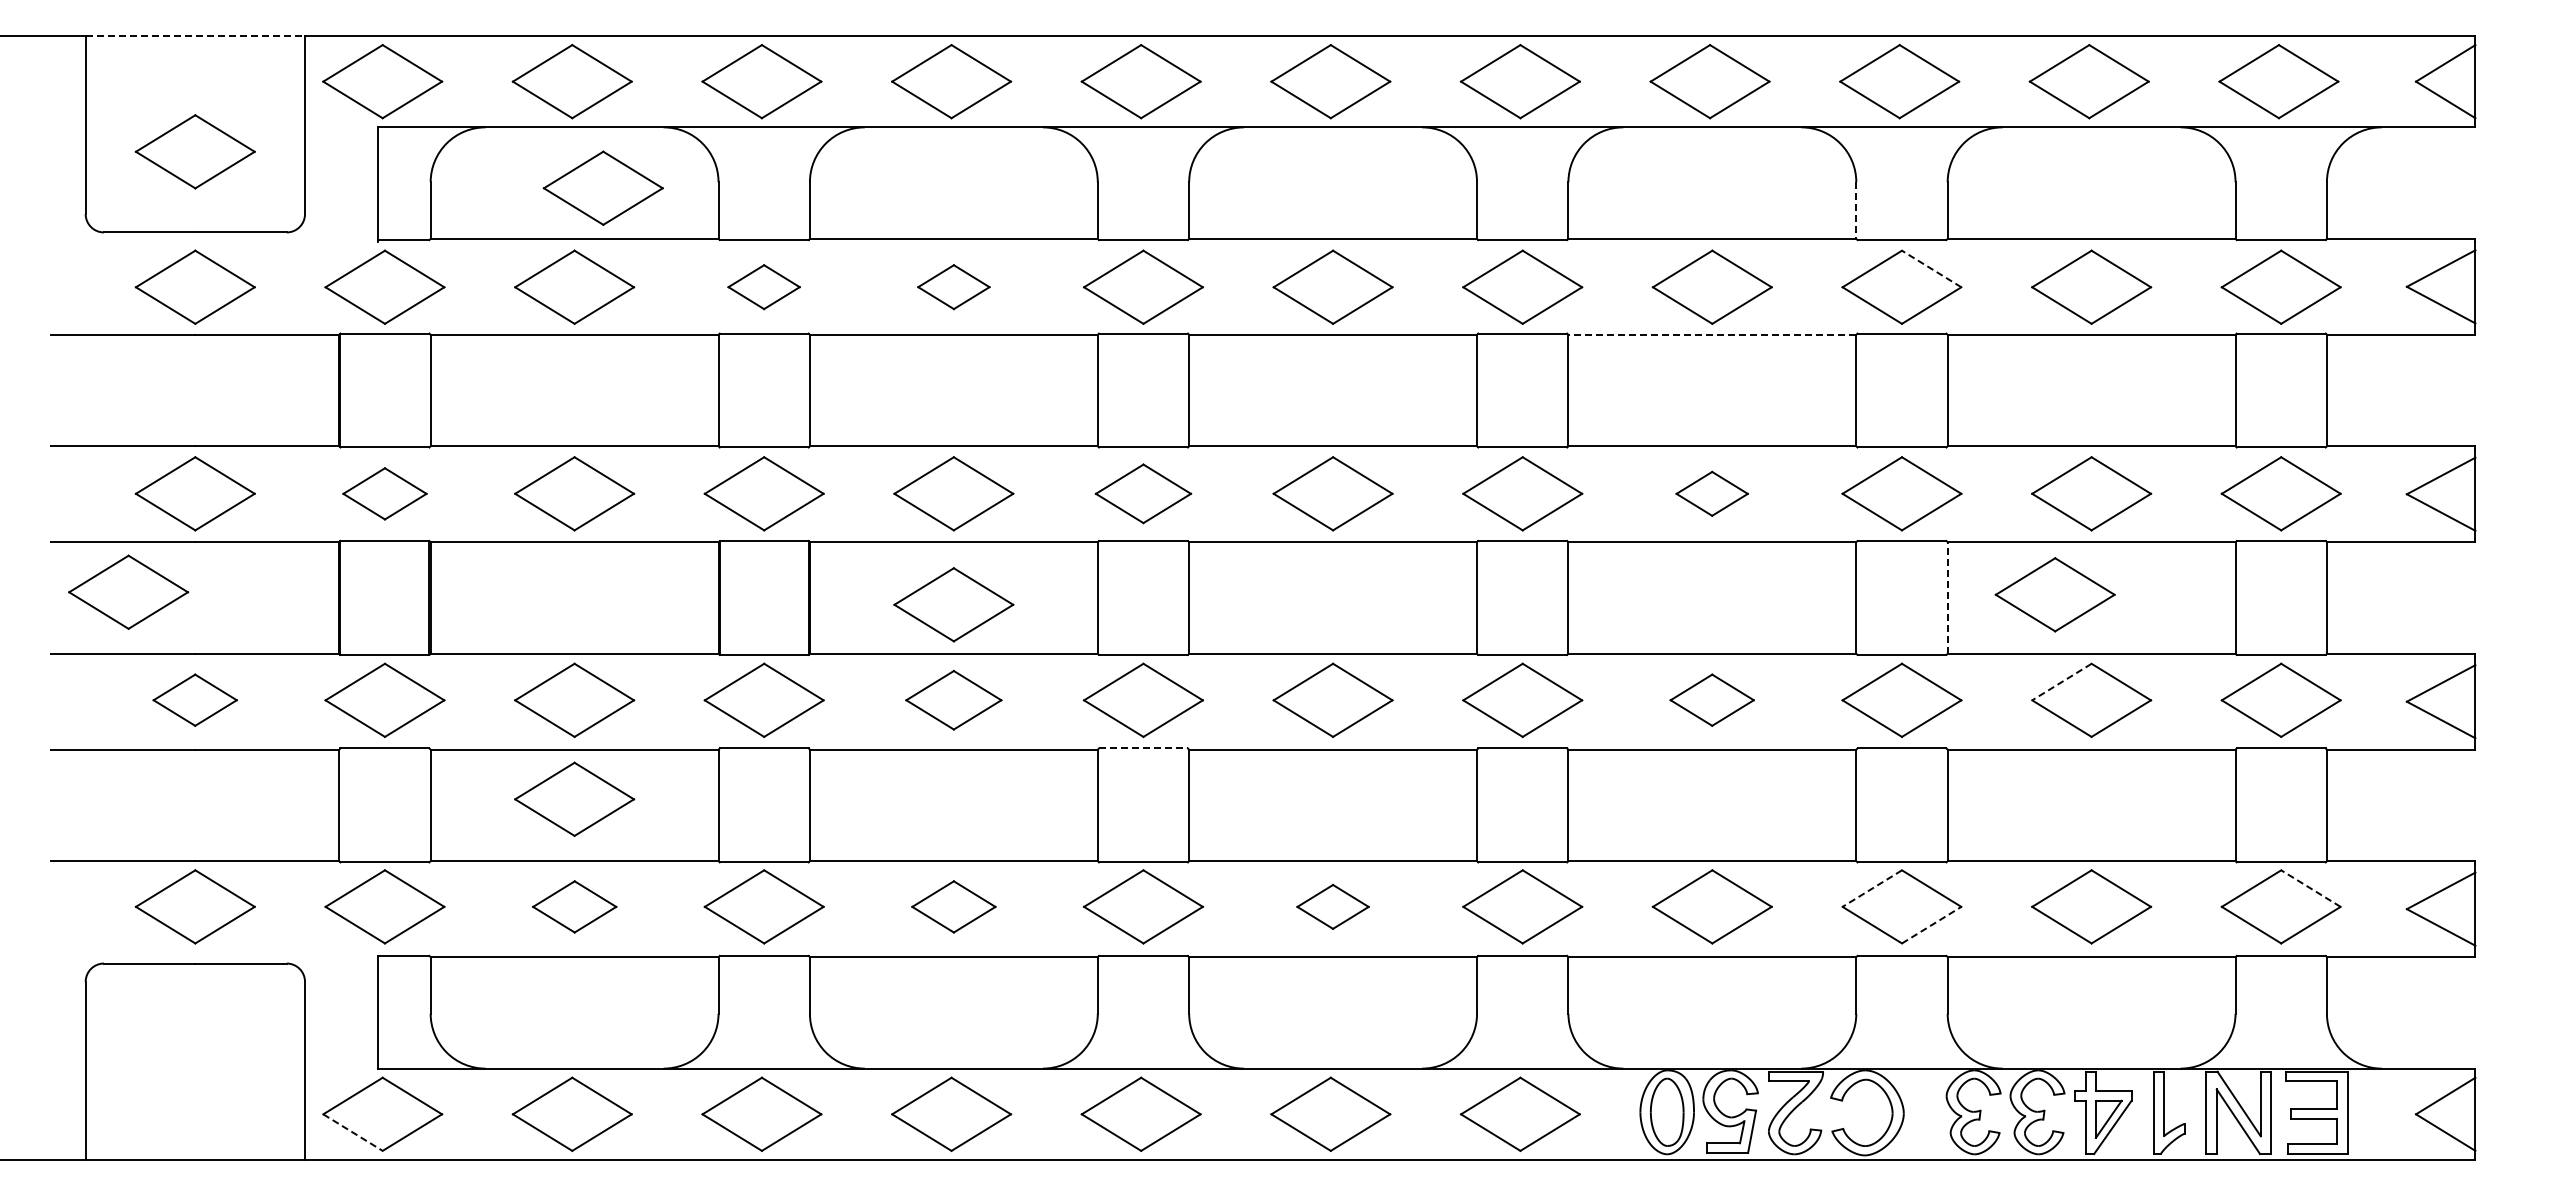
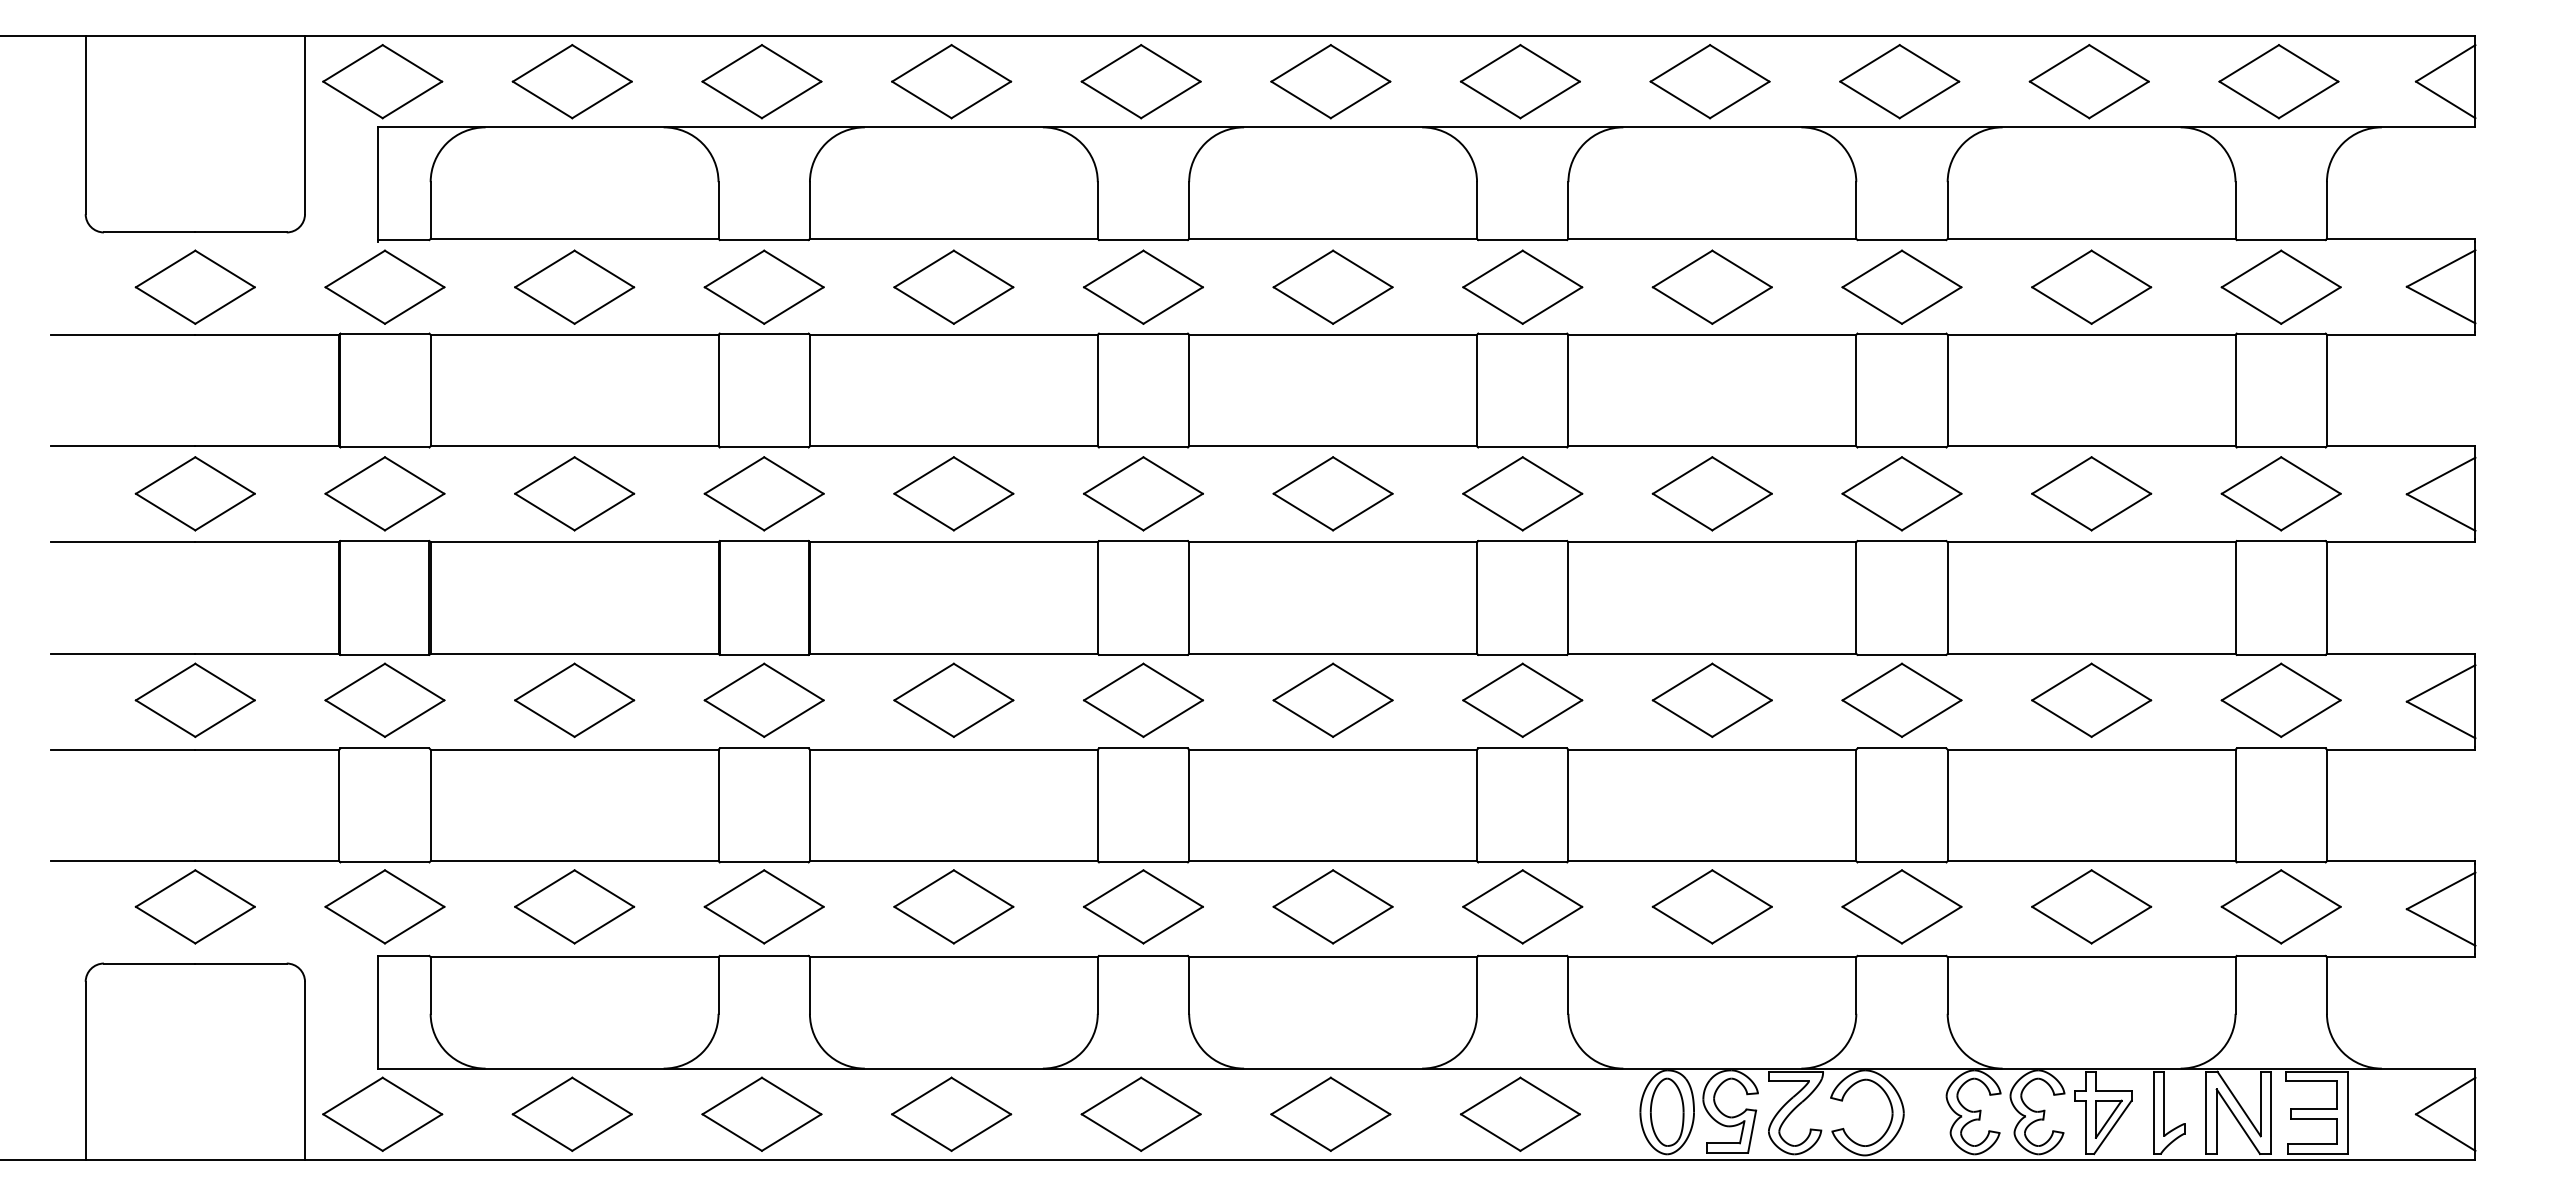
line at (195, 35): dashed -> solid
part at (194, 151): present -> none
part at (602, 187): present -> none
line at (1856, 211): dashed -> solid
line at (1931, 269): dashed -> solid
part at (763, 287) size: 74x47 px -> 122x76 px
part at (953, 287) size: 74x47 px -> 122x76 px
line at (1712, 334): dashed -> solid
part at (384, 493) size: 86x54 px -> 122x76 px
part at (1143, 493) size: 99x62 px -> 121x76 px
part at (1711, 493) size: 74x47 px -> 122x76 px
part at (128, 591): present -> none
part at (2054, 594): present -> none
line at (1947, 597): dashed -> solid
part at (953, 604): present -> none
line at (2061, 682): dashed -> solid
part at (194, 699) size: 86x54 px -> 122x76 px
part at (1711, 699) size: 86x54 px -> 122x76 px
part at (953, 700) size: 98x61 px -> 122x76 px
line at (1143, 748): dashed -> solid
part at (574, 798): present -> none
line at (1872, 888): dashed -> solid
line at (2310, 888): dashed -> solid
part at (574, 906) size: 86x54 px -> 122x76 px
part at (953, 906) size: 86x54 px -> 122x76 px
part at (1332, 906) size: 74x47 px -> 122x76 px
line at (1931, 925): dashed -> solid
line at (353, 1132): dashed -> solid
